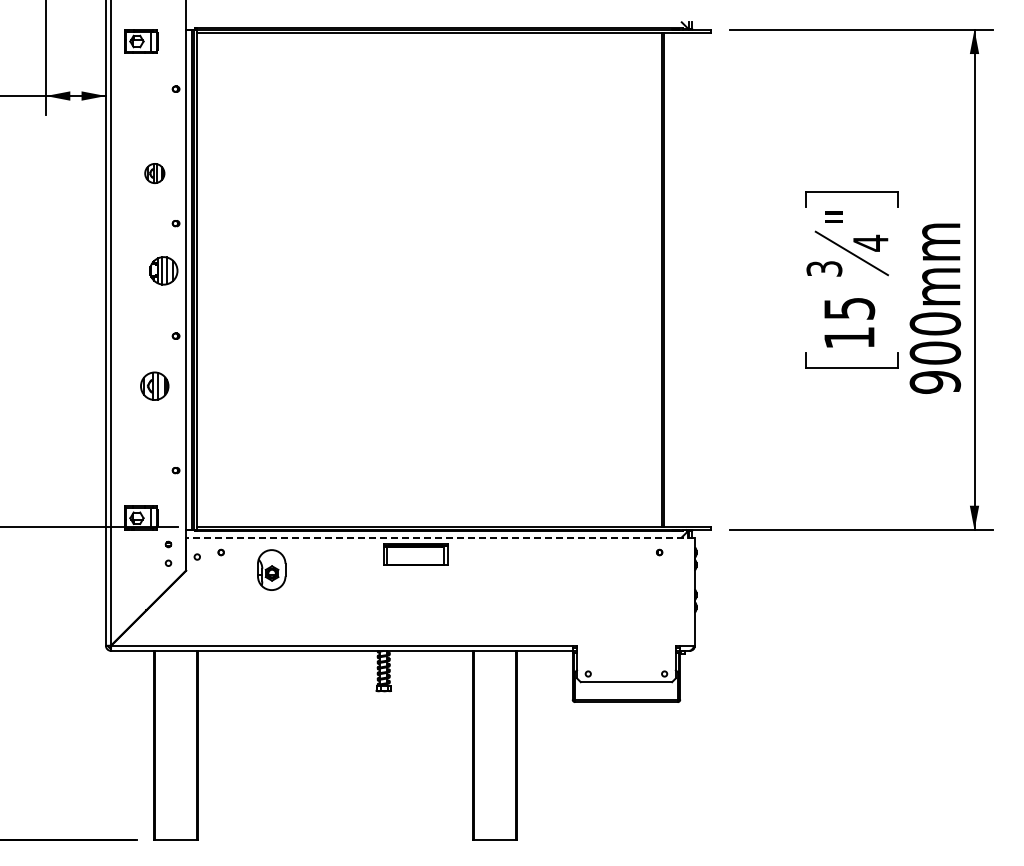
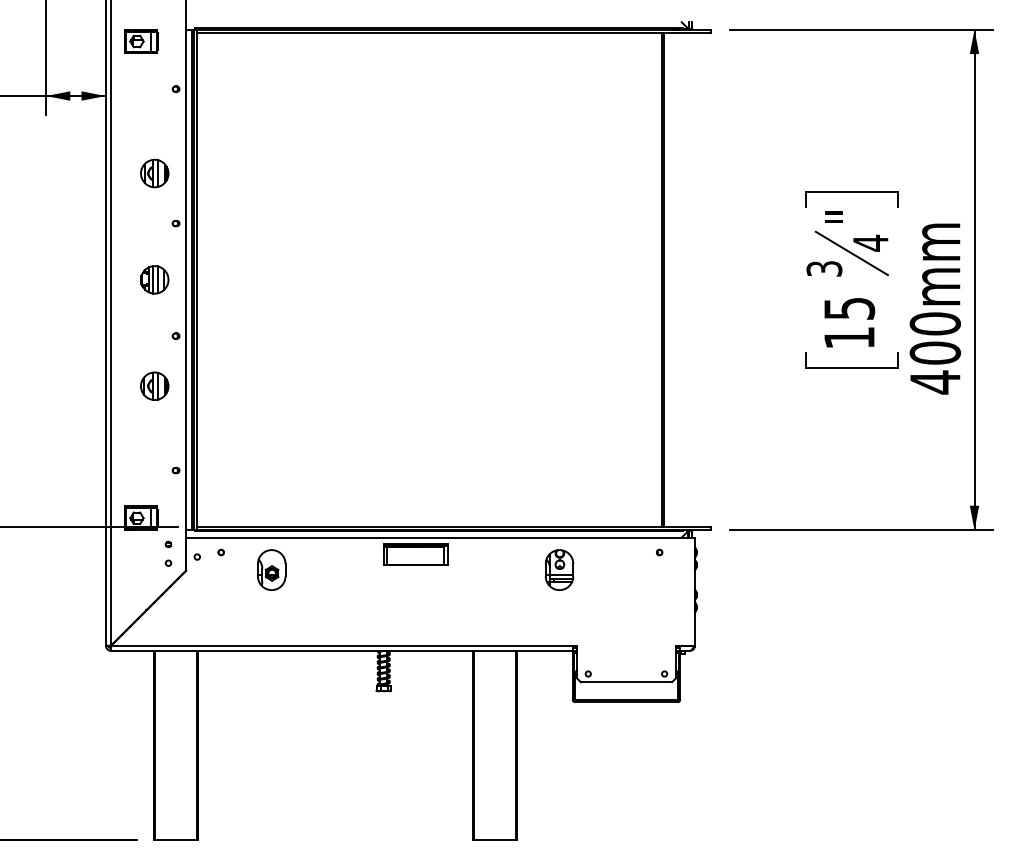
part at (154, 173) size: 22x21 px -> 30x31 px
part at (163, 270) position: (163, 270) -> (154, 279)
text at (935, 382): 900mm -> 400mm
line at (439, 537): dashed -> solid
part at (559, 569): none -> present
